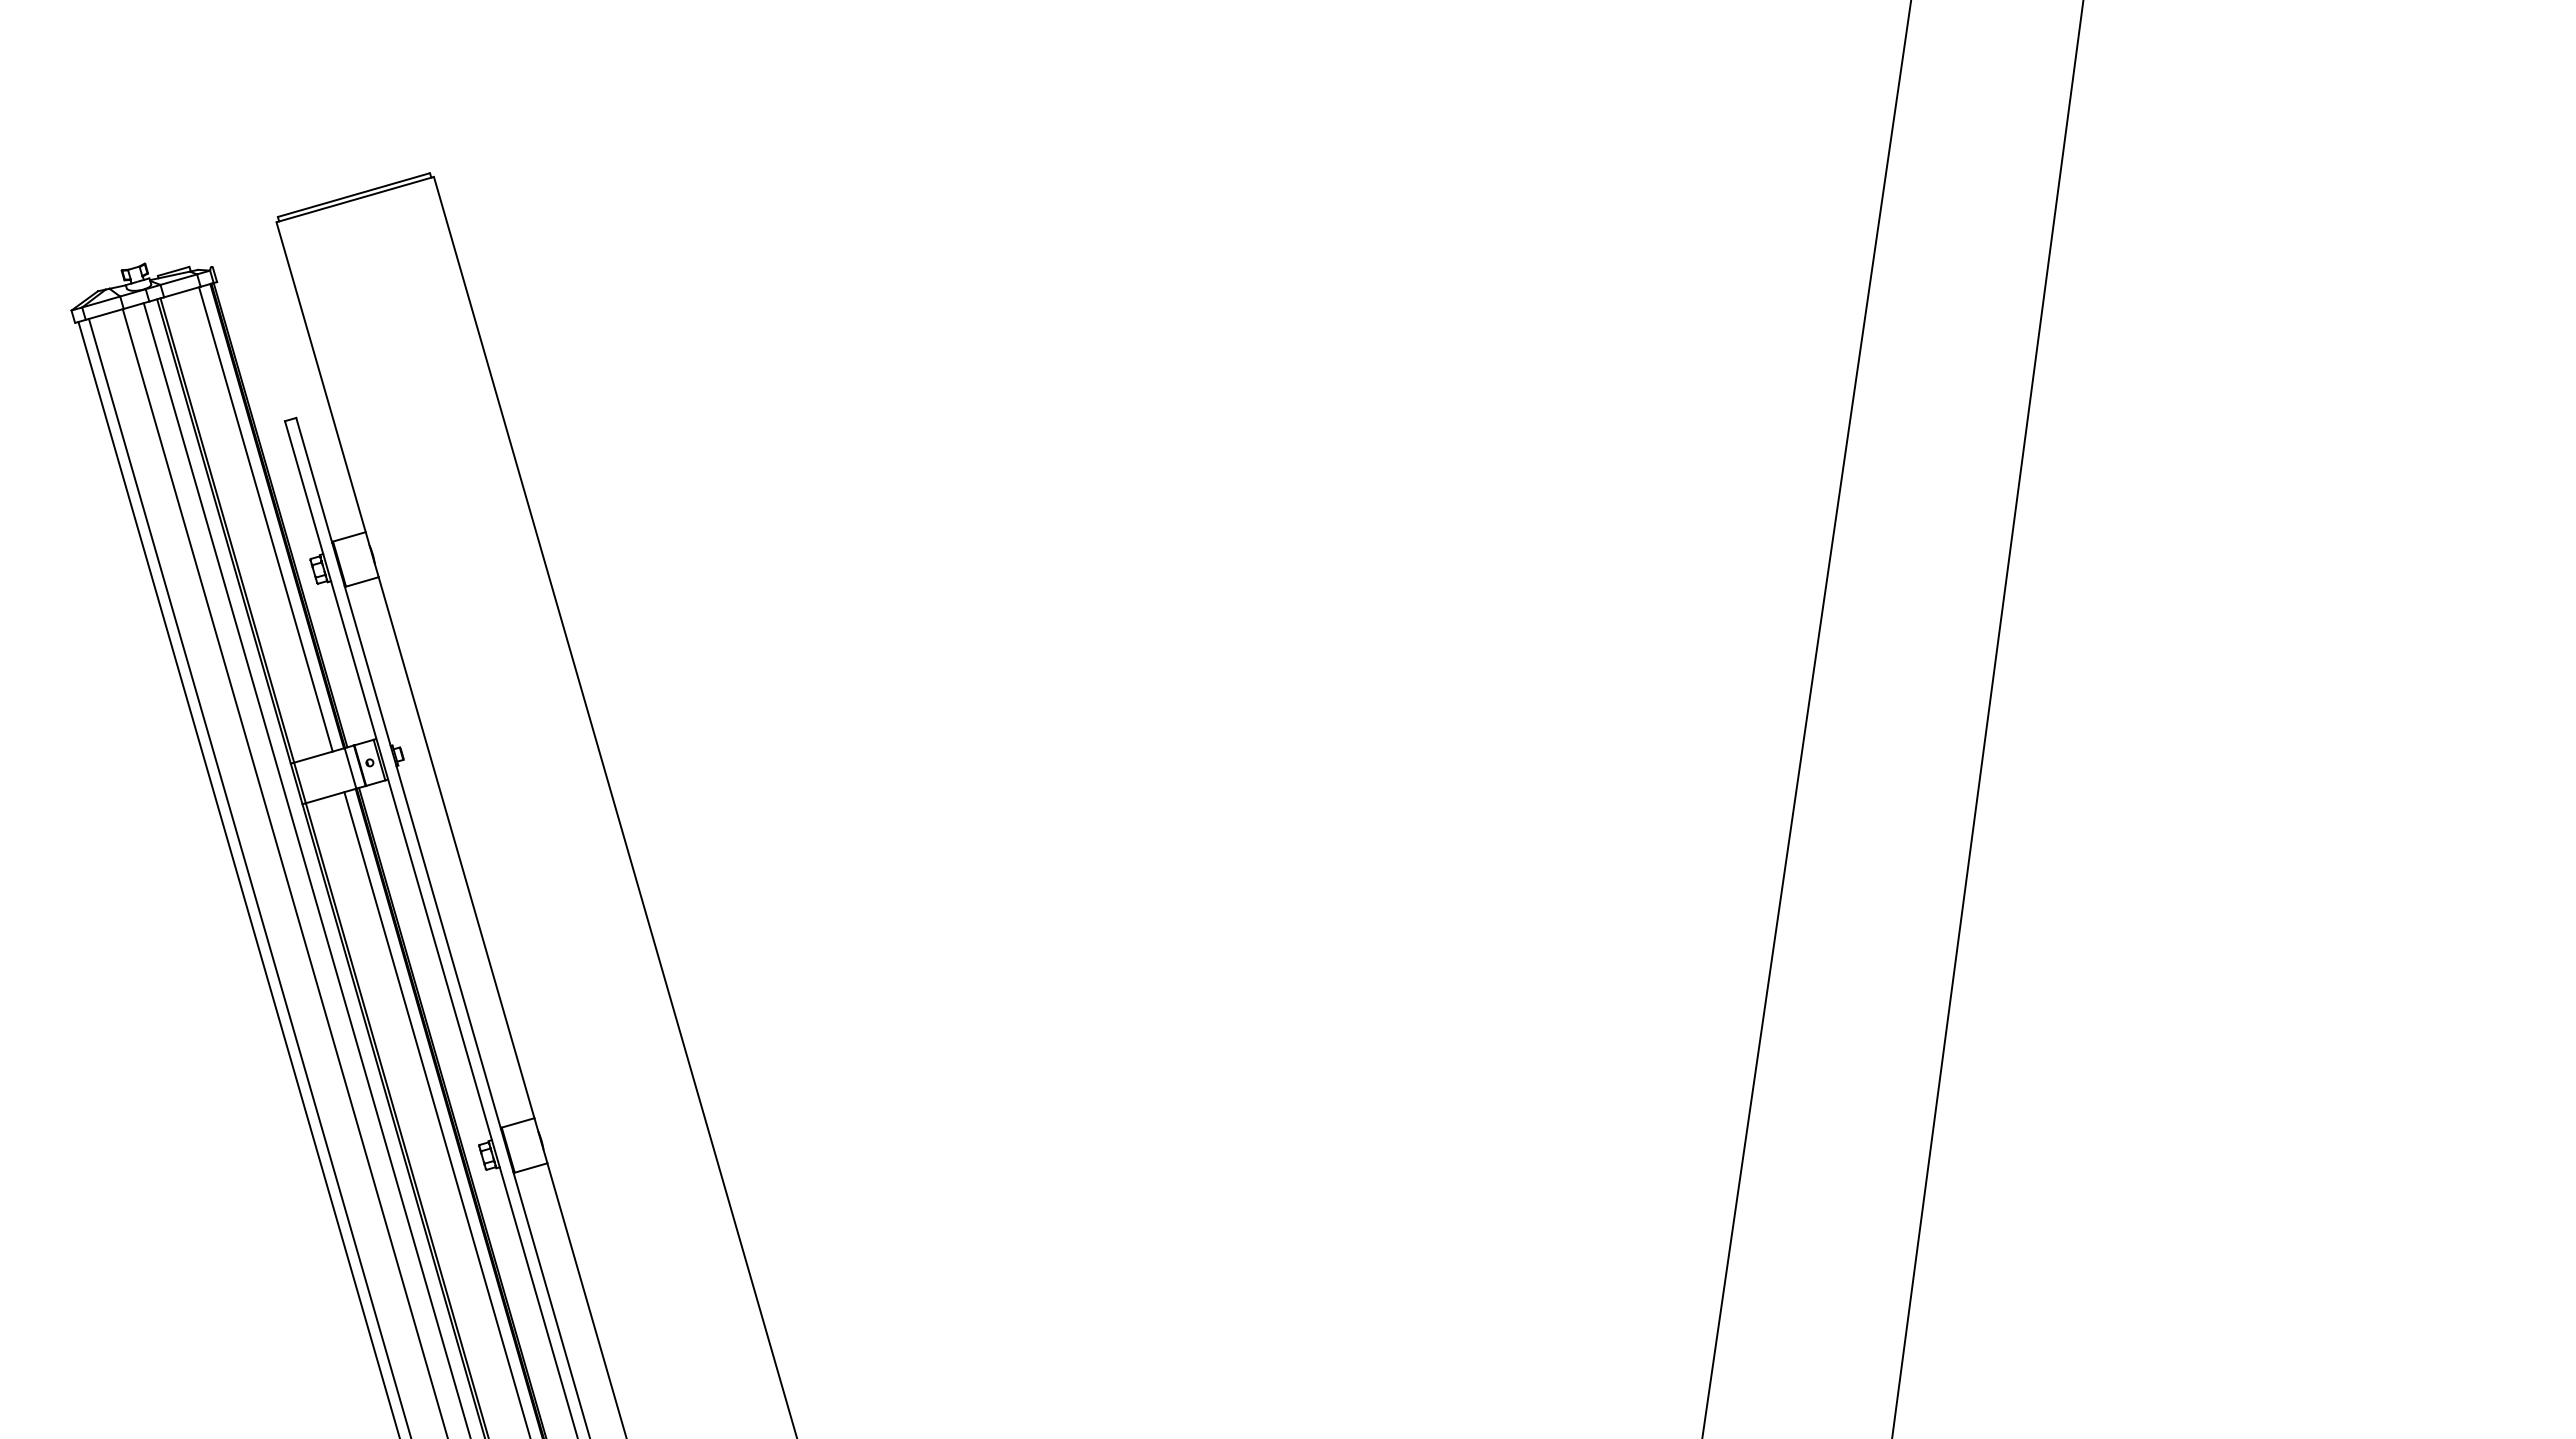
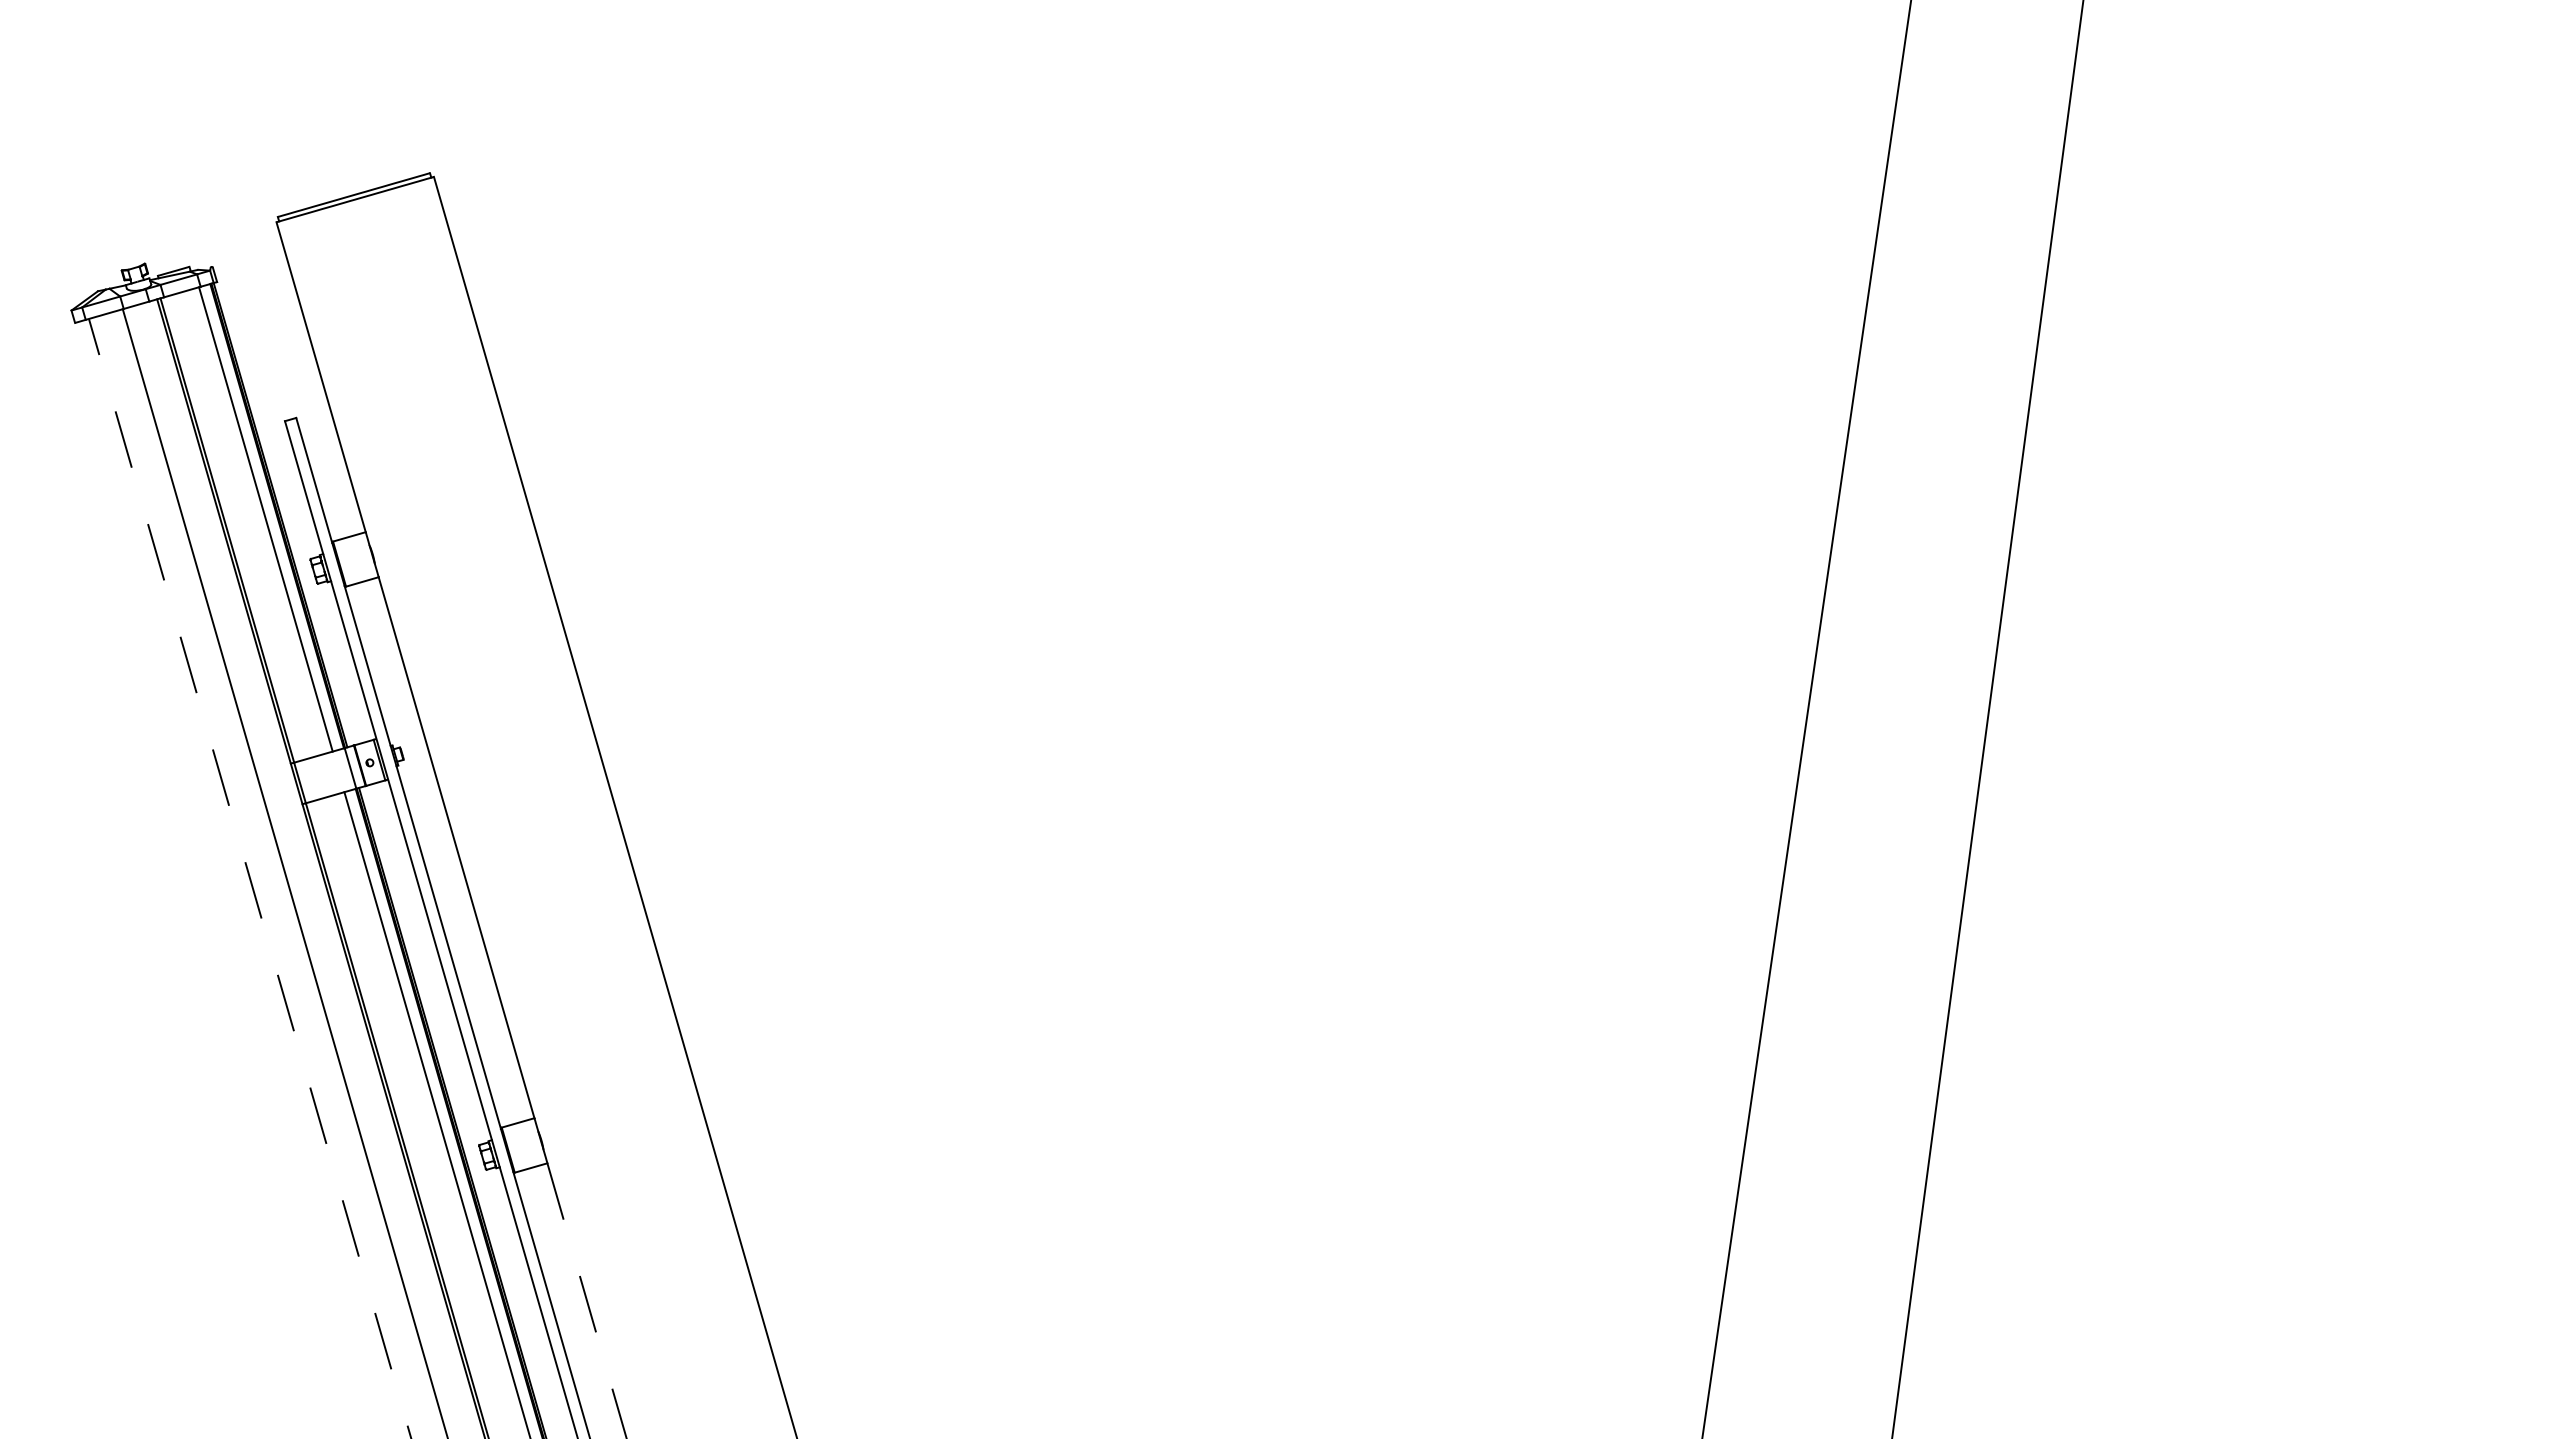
line at (306, 869): present -> none
line at (238, 878): present -> none
line at (249, 878): solid -> dashed
line at (586, 1300): solid -> dashed
